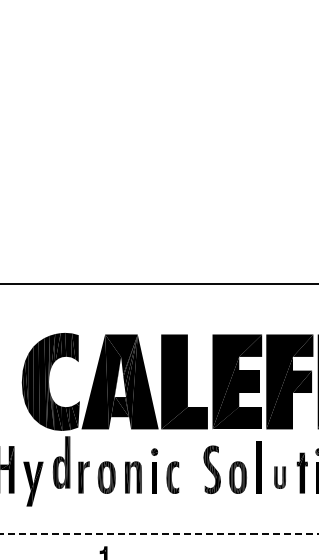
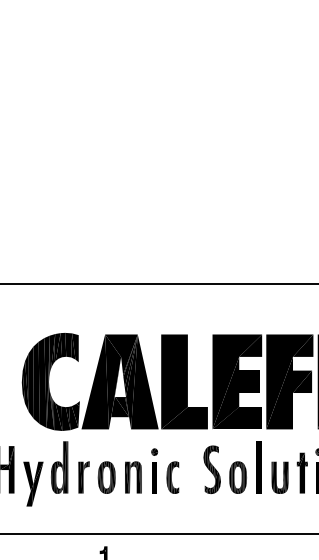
part at (61, 462) position: (61, 462) -> (59, 467)
part at (279, 477) size: 12x23 px -> 18x33 px
line at (159, 533): dashed -> solid
